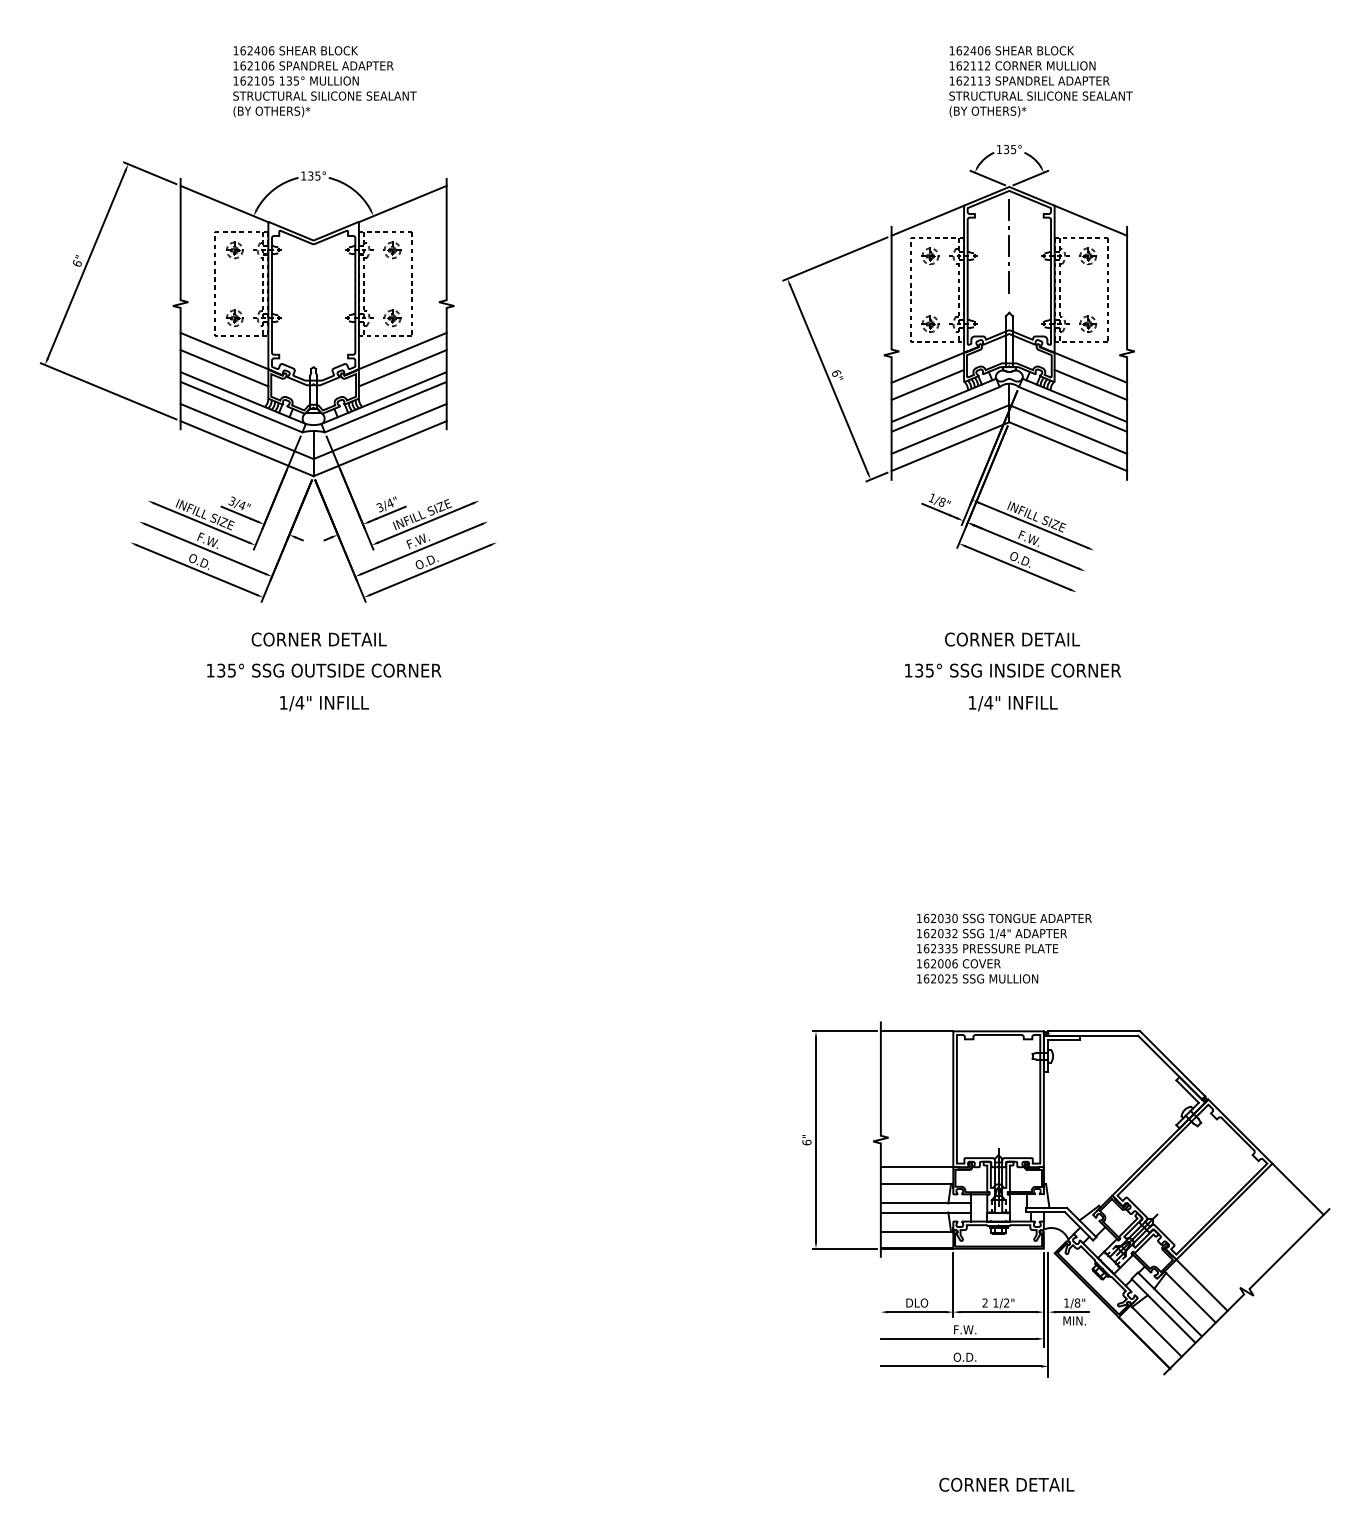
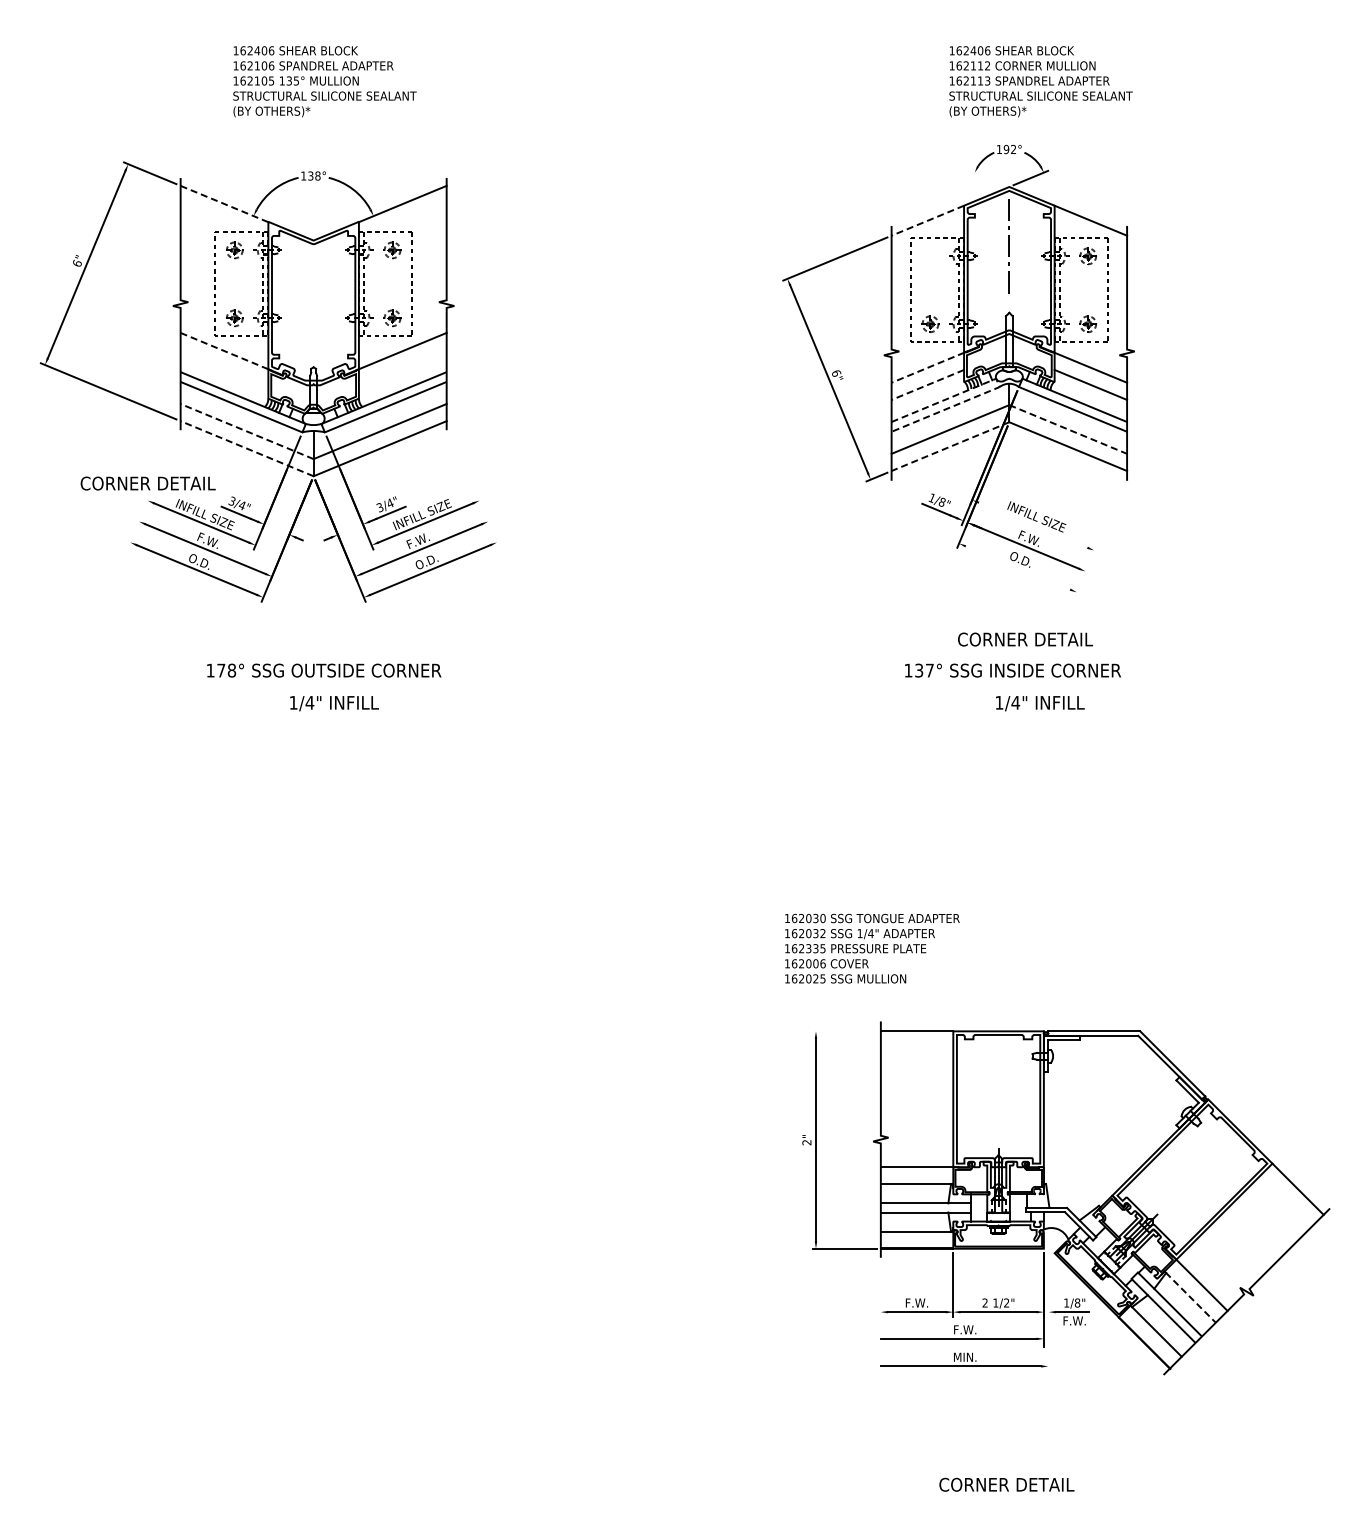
text at (1009, 149): 135° -> 192°
text at (317, 175): 135° -> 138°
line at (987, 177): present -> none
line at (224, 203): solid -> dashed
line at (927, 220): solid -> dashed
part at (930, 256): present -> none
line at (224, 350): solid -> dashed
line at (927, 367): solid -> dashed
line at (224, 368): present -> none
line at (402, 368): present -> none
line at (998, 384): solid -> dashed
line at (927, 385): solid -> dashed
line at (1068, 429): solid -> dashed
line at (247, 431): solid -> dashed
line at (950, 446): solid -> dashed
line at (247, 448): solid -> dashed
line at (1032, 524): present -> none
line at (1017, 567): present -> none
text at (318, 639) position: (318, 639) -> (147, 483)
text at (1012, 639) position: (1012, 639) -> (1025, 639)
text at (226, 670): 135° -> 178°
text at (929, 670): 135° -> 137°
text at (324, 703) position: (324, 703) -> (334, 703)
text at (1013, 703) position: (1013, 703) -> (1040, 703)
text at (1004, 948) position: (1004, 948) -> (872, 948)
line at (844, 1031): present -> none
text at (806, 1142): 6" -> 2"
line at (1191, 1298): solid -> dashed
text at (916, 1302): DLO -> F.W.
line at (1048, 1315): present -> none
text at (1074, 1320): MIN. -> F.W.
text at (964, 1356): O.D. -> MIN.
